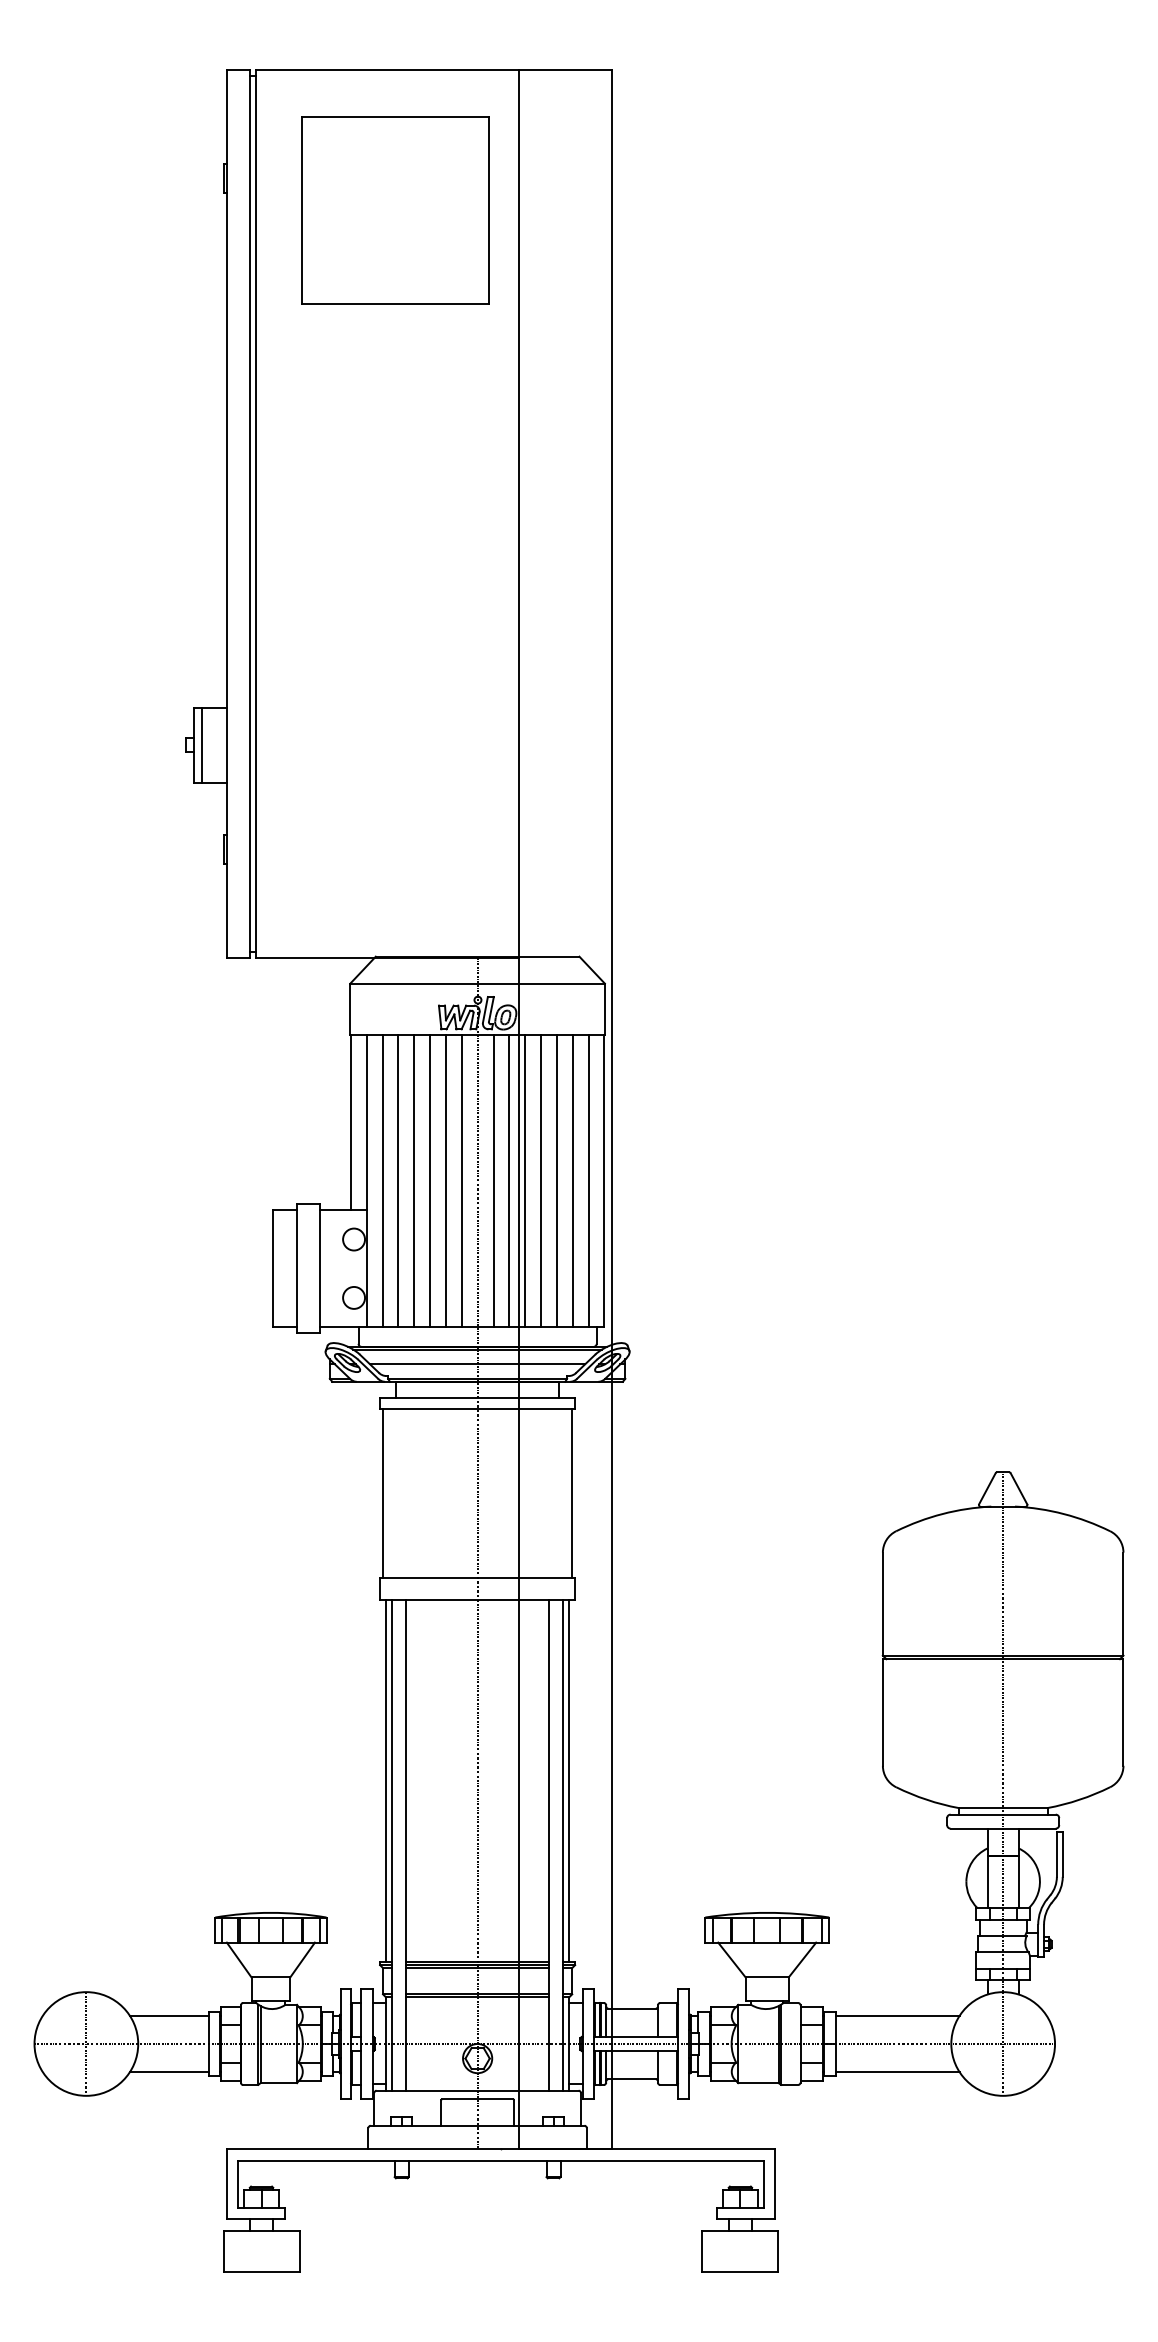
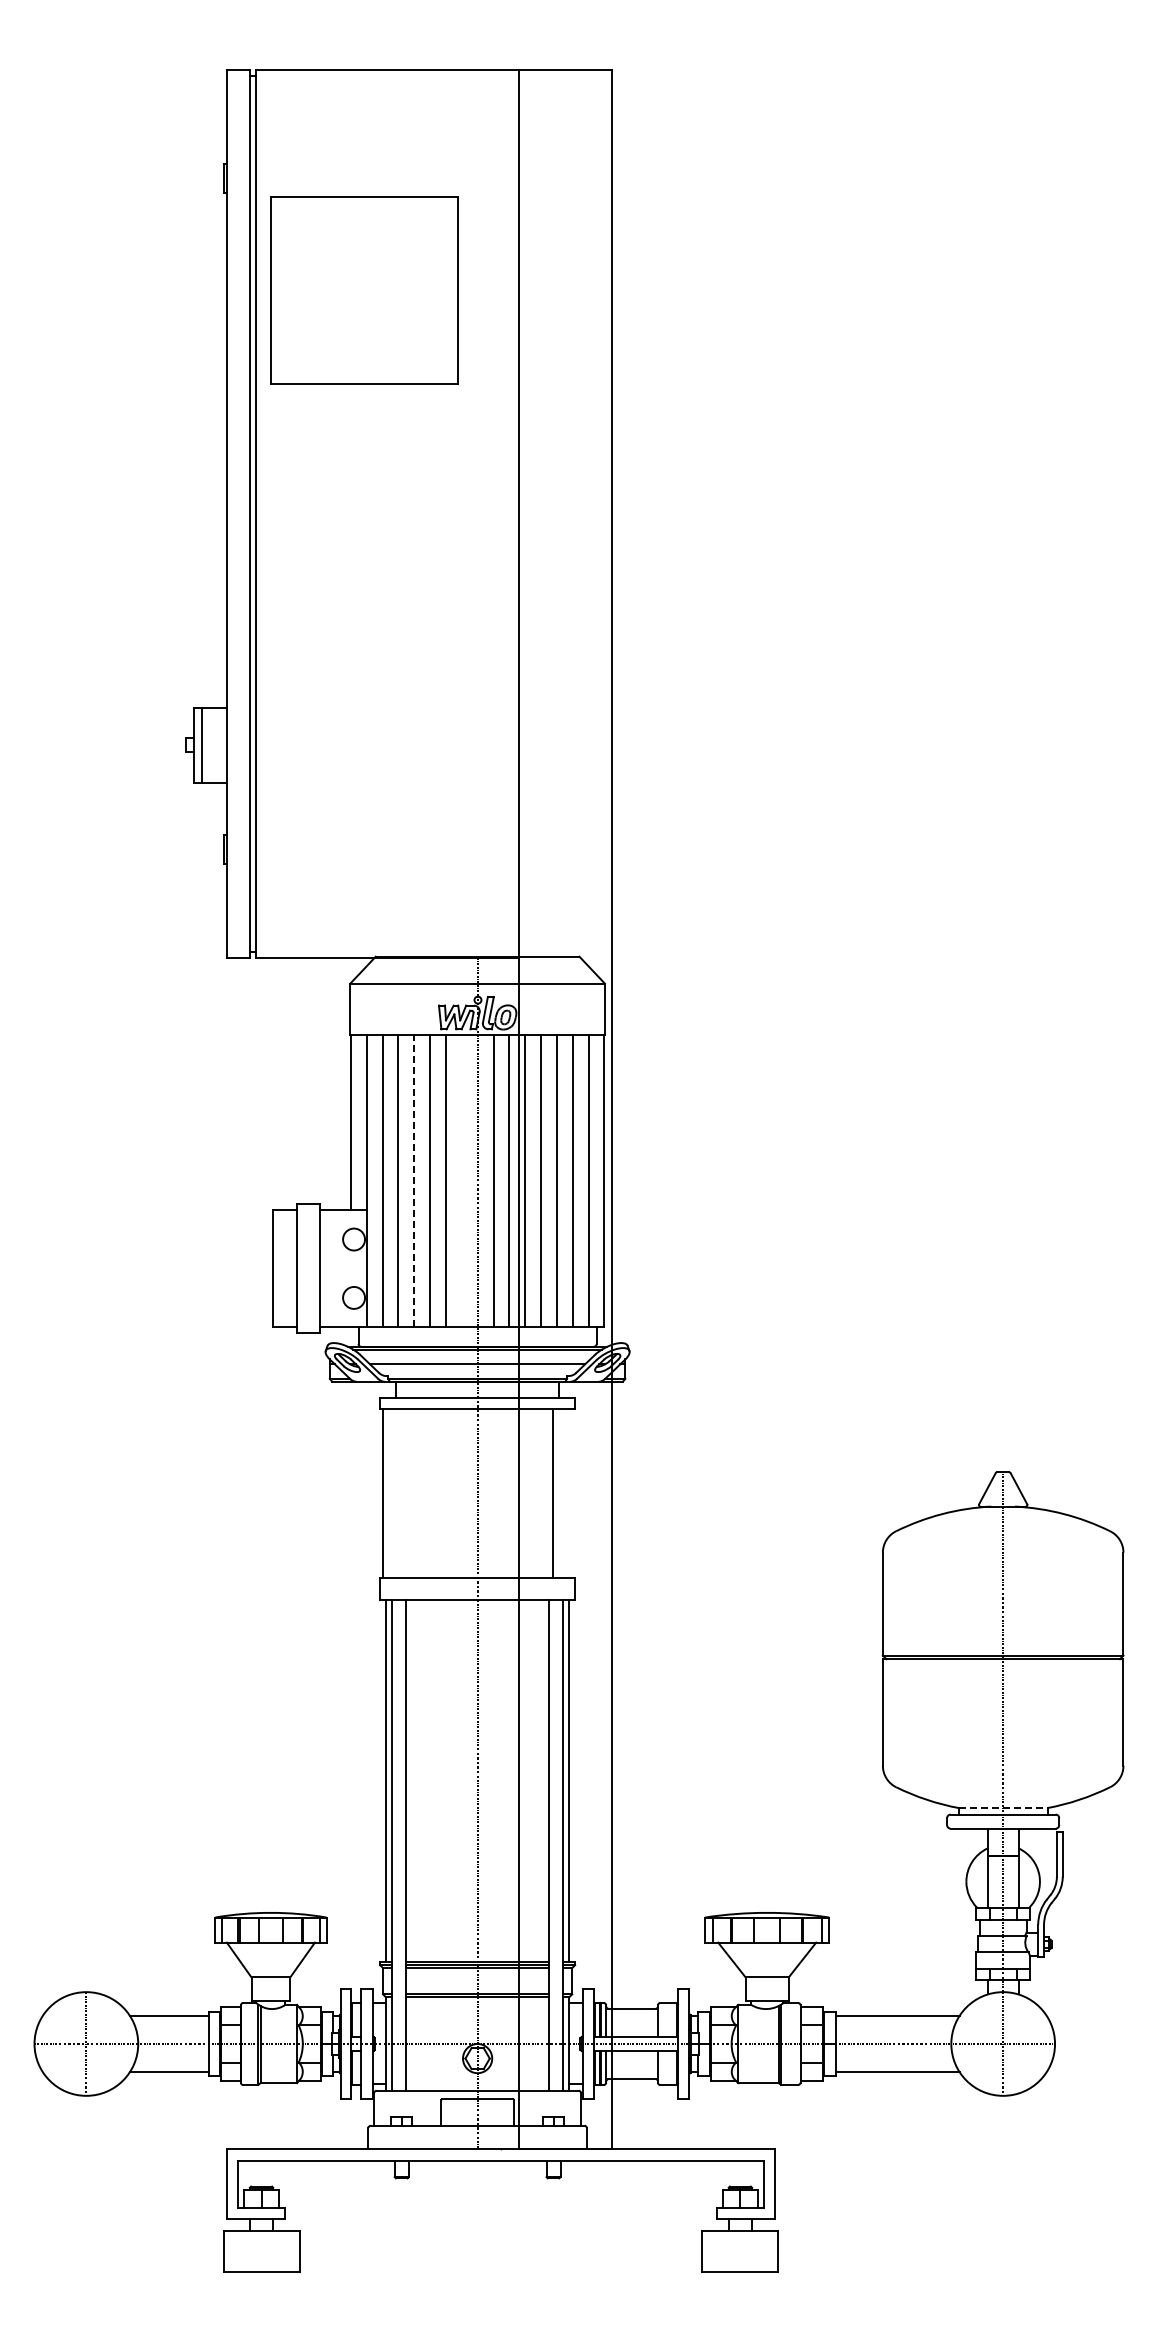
part at (395, 210) position: (395, 210) -> (364, 290)
line at (414, 1180): solid -> dashed
line at (461, 1180): present -> none
line at (571, 1493) position: (571, 1493) -> (552, 1493)
line at (1003, 1808): solid -> dashed
